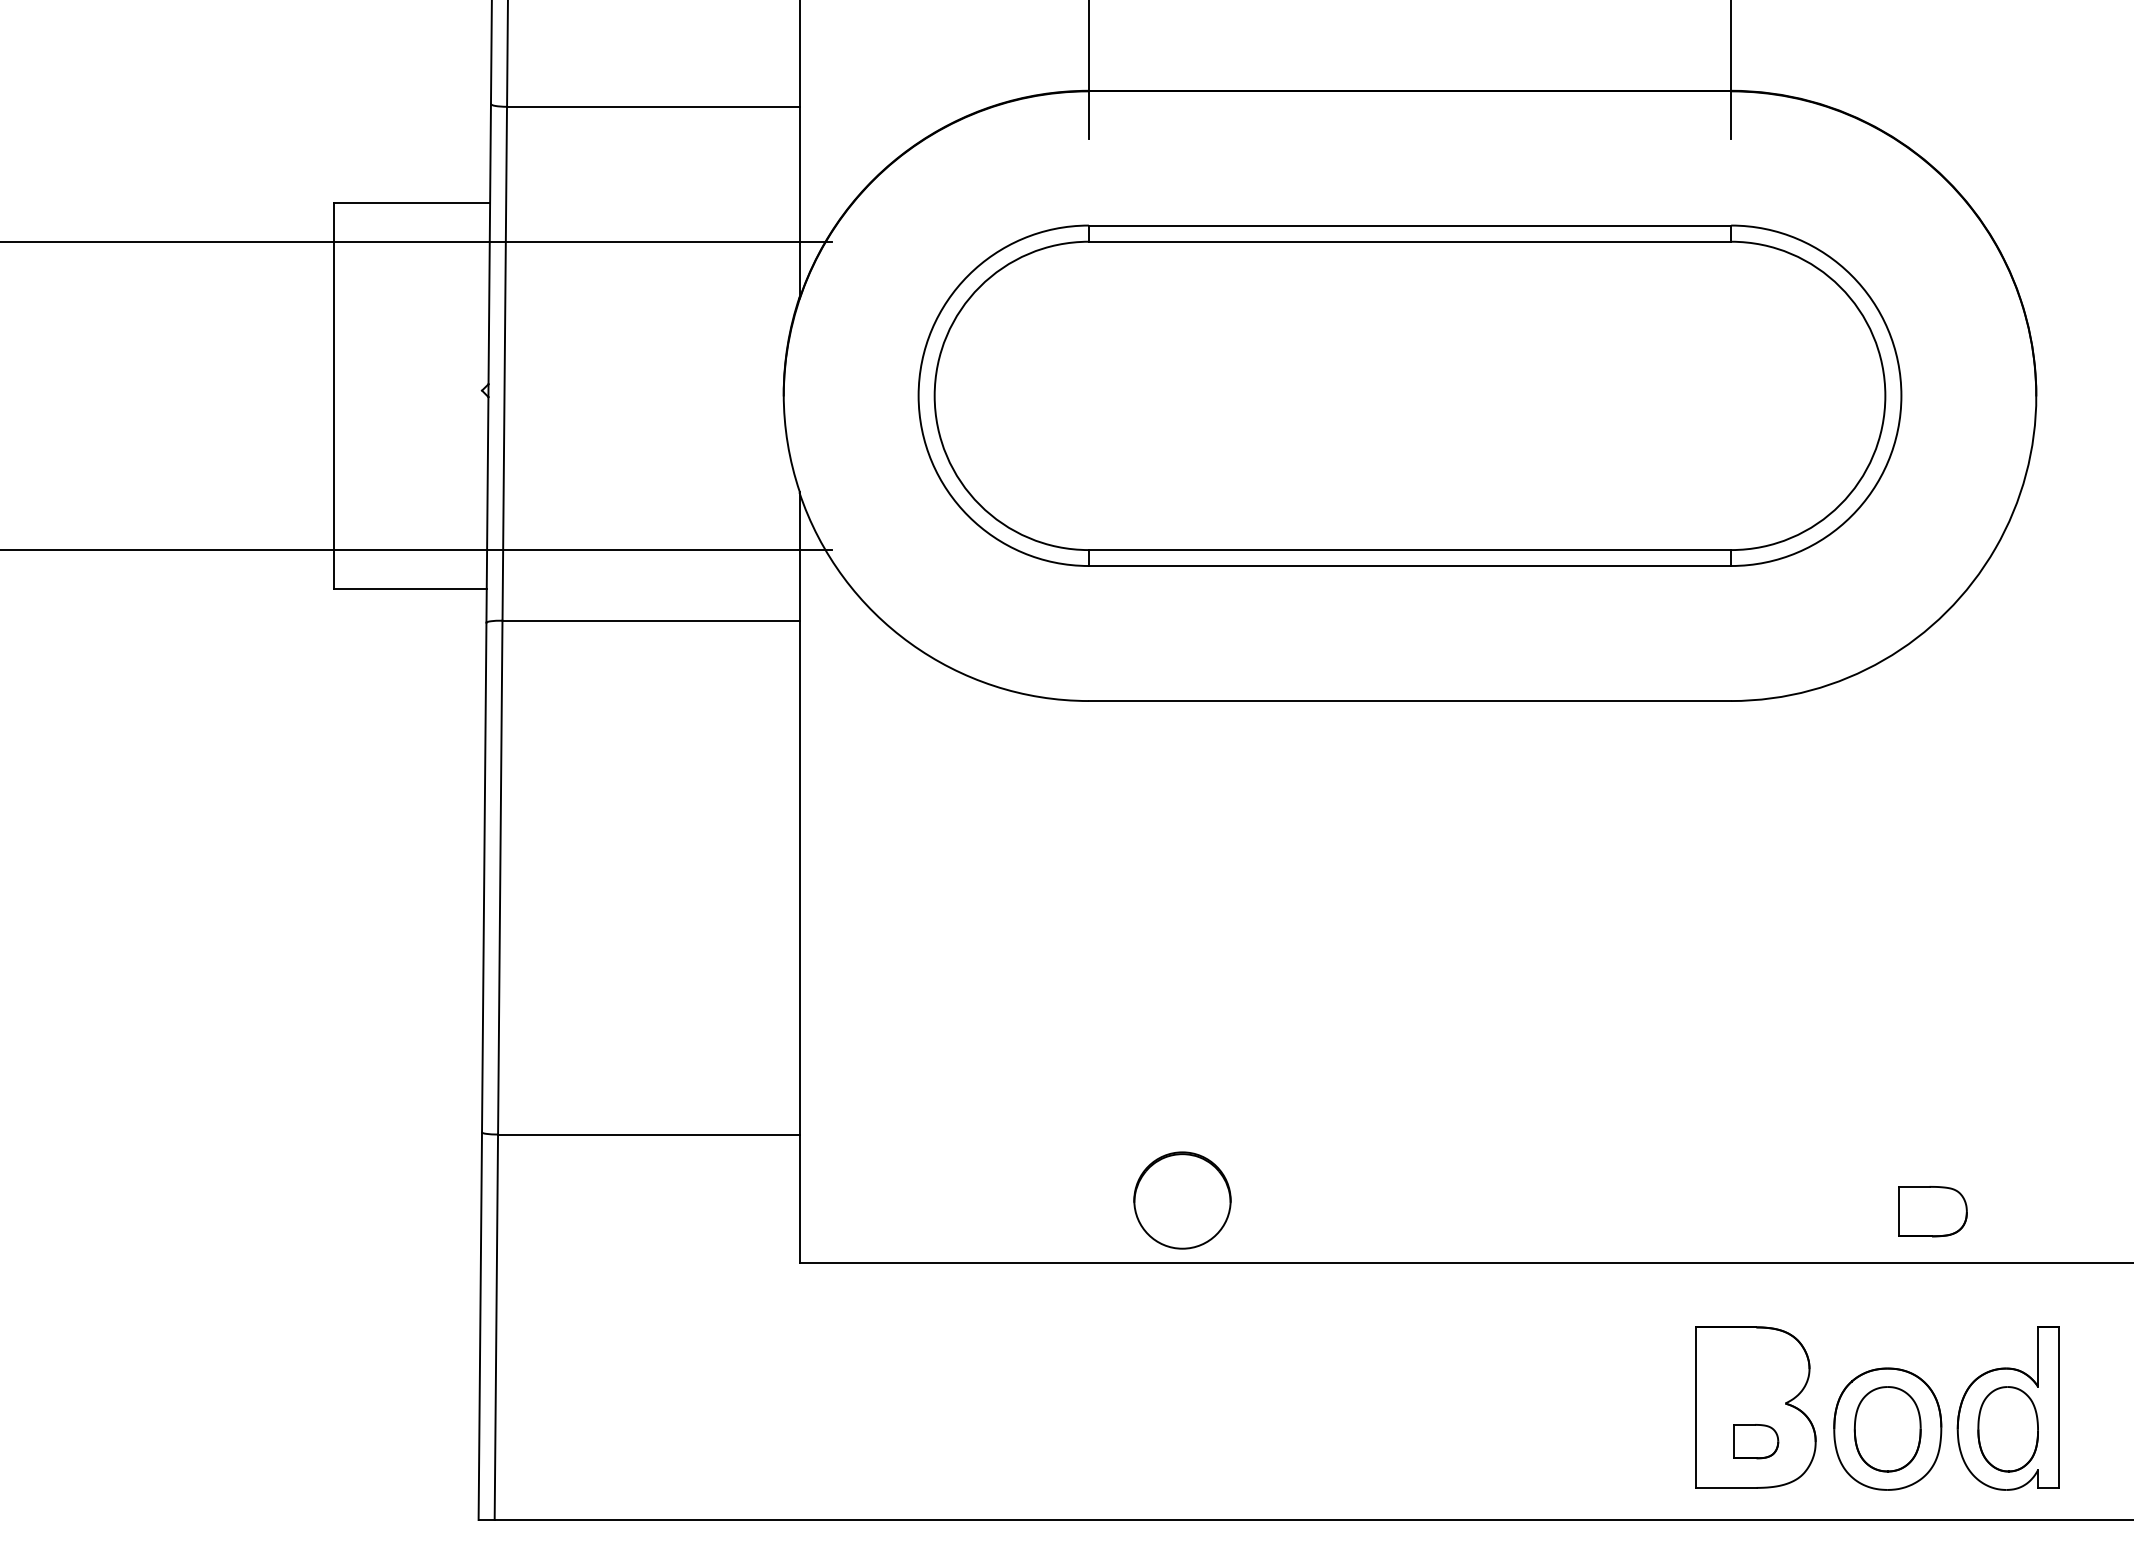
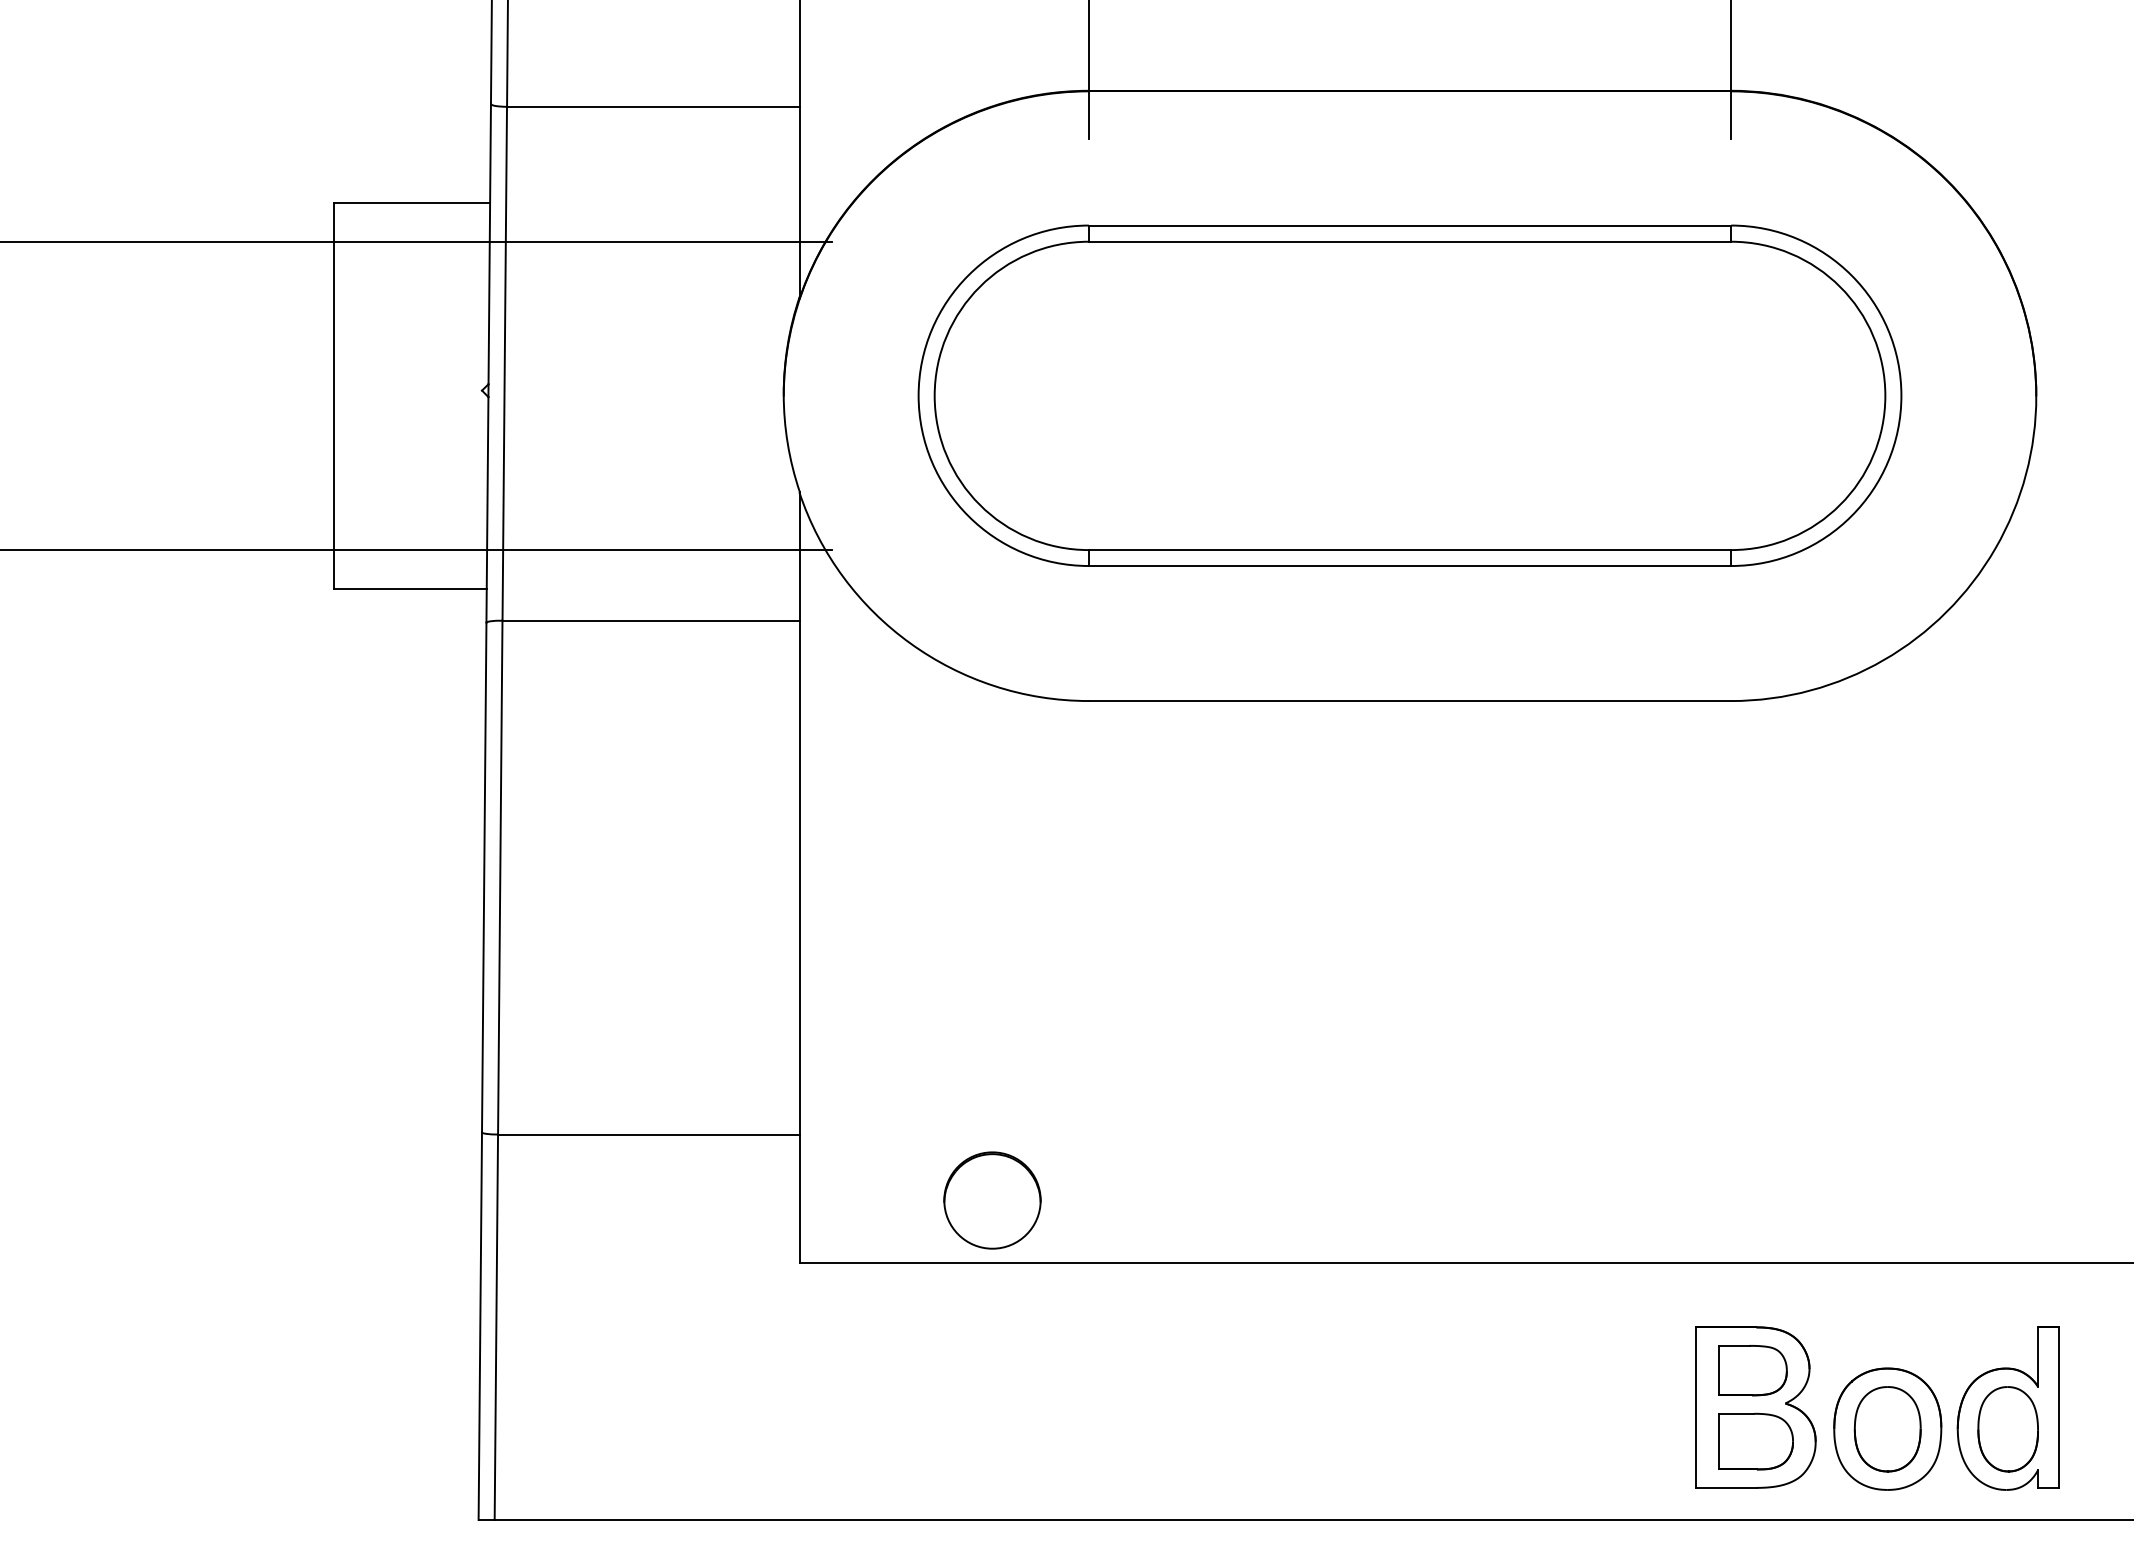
part at (1182, 1200) position: (1182, 1200) -> (992, 1200)
part at (1932, 1211) position: (1932, 1211) -> (1752, 1370)
part at (1756, 1441) size: 47x36 px -> 76x59 px
